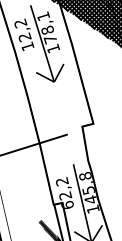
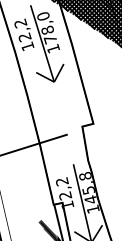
text at (43, 15): 178,1 -> 178,0
text at (67, 204): 62,2 -> 12,2
